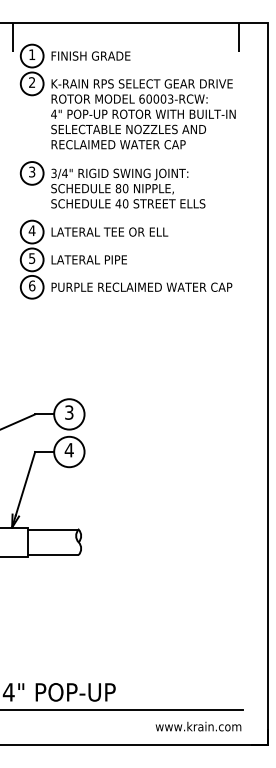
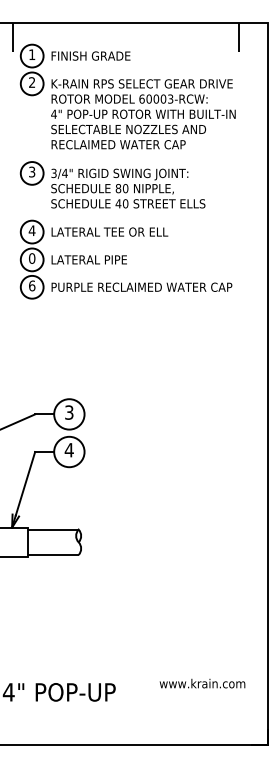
text at (32, 258): 5 -> 0
line at (122, 710): present -> none
text at (198, 726) position: (198, 726) -> (202, 683)
